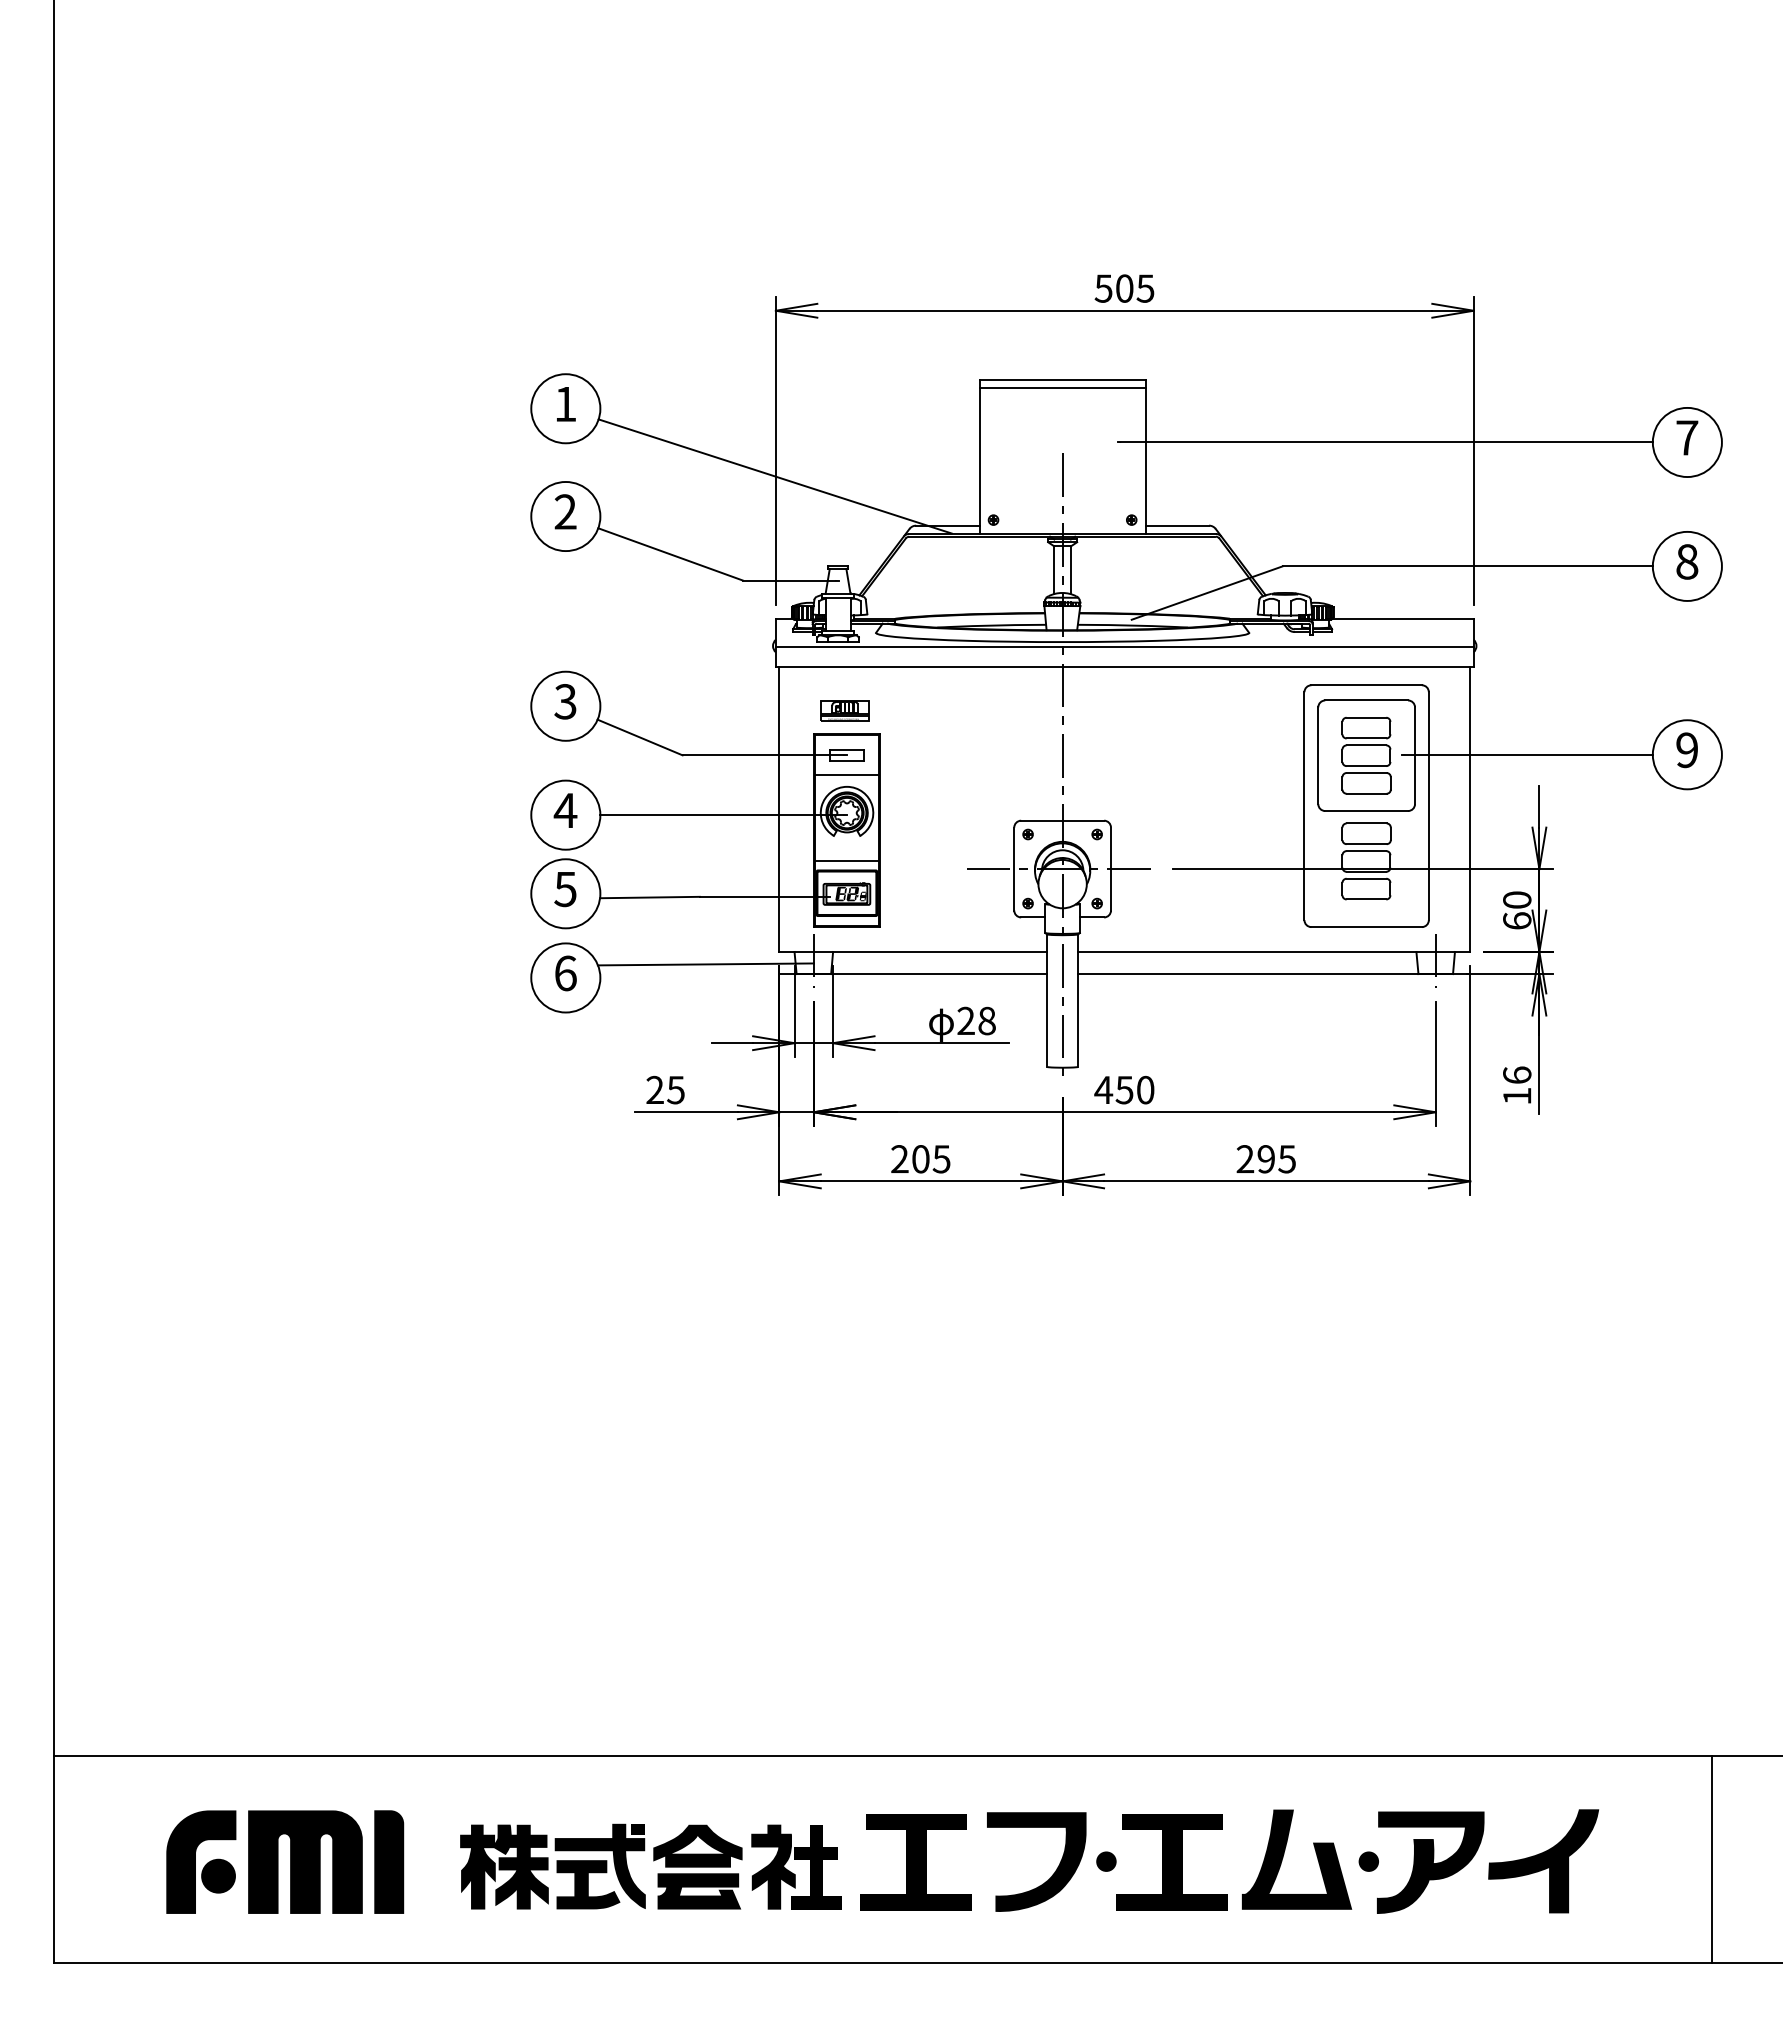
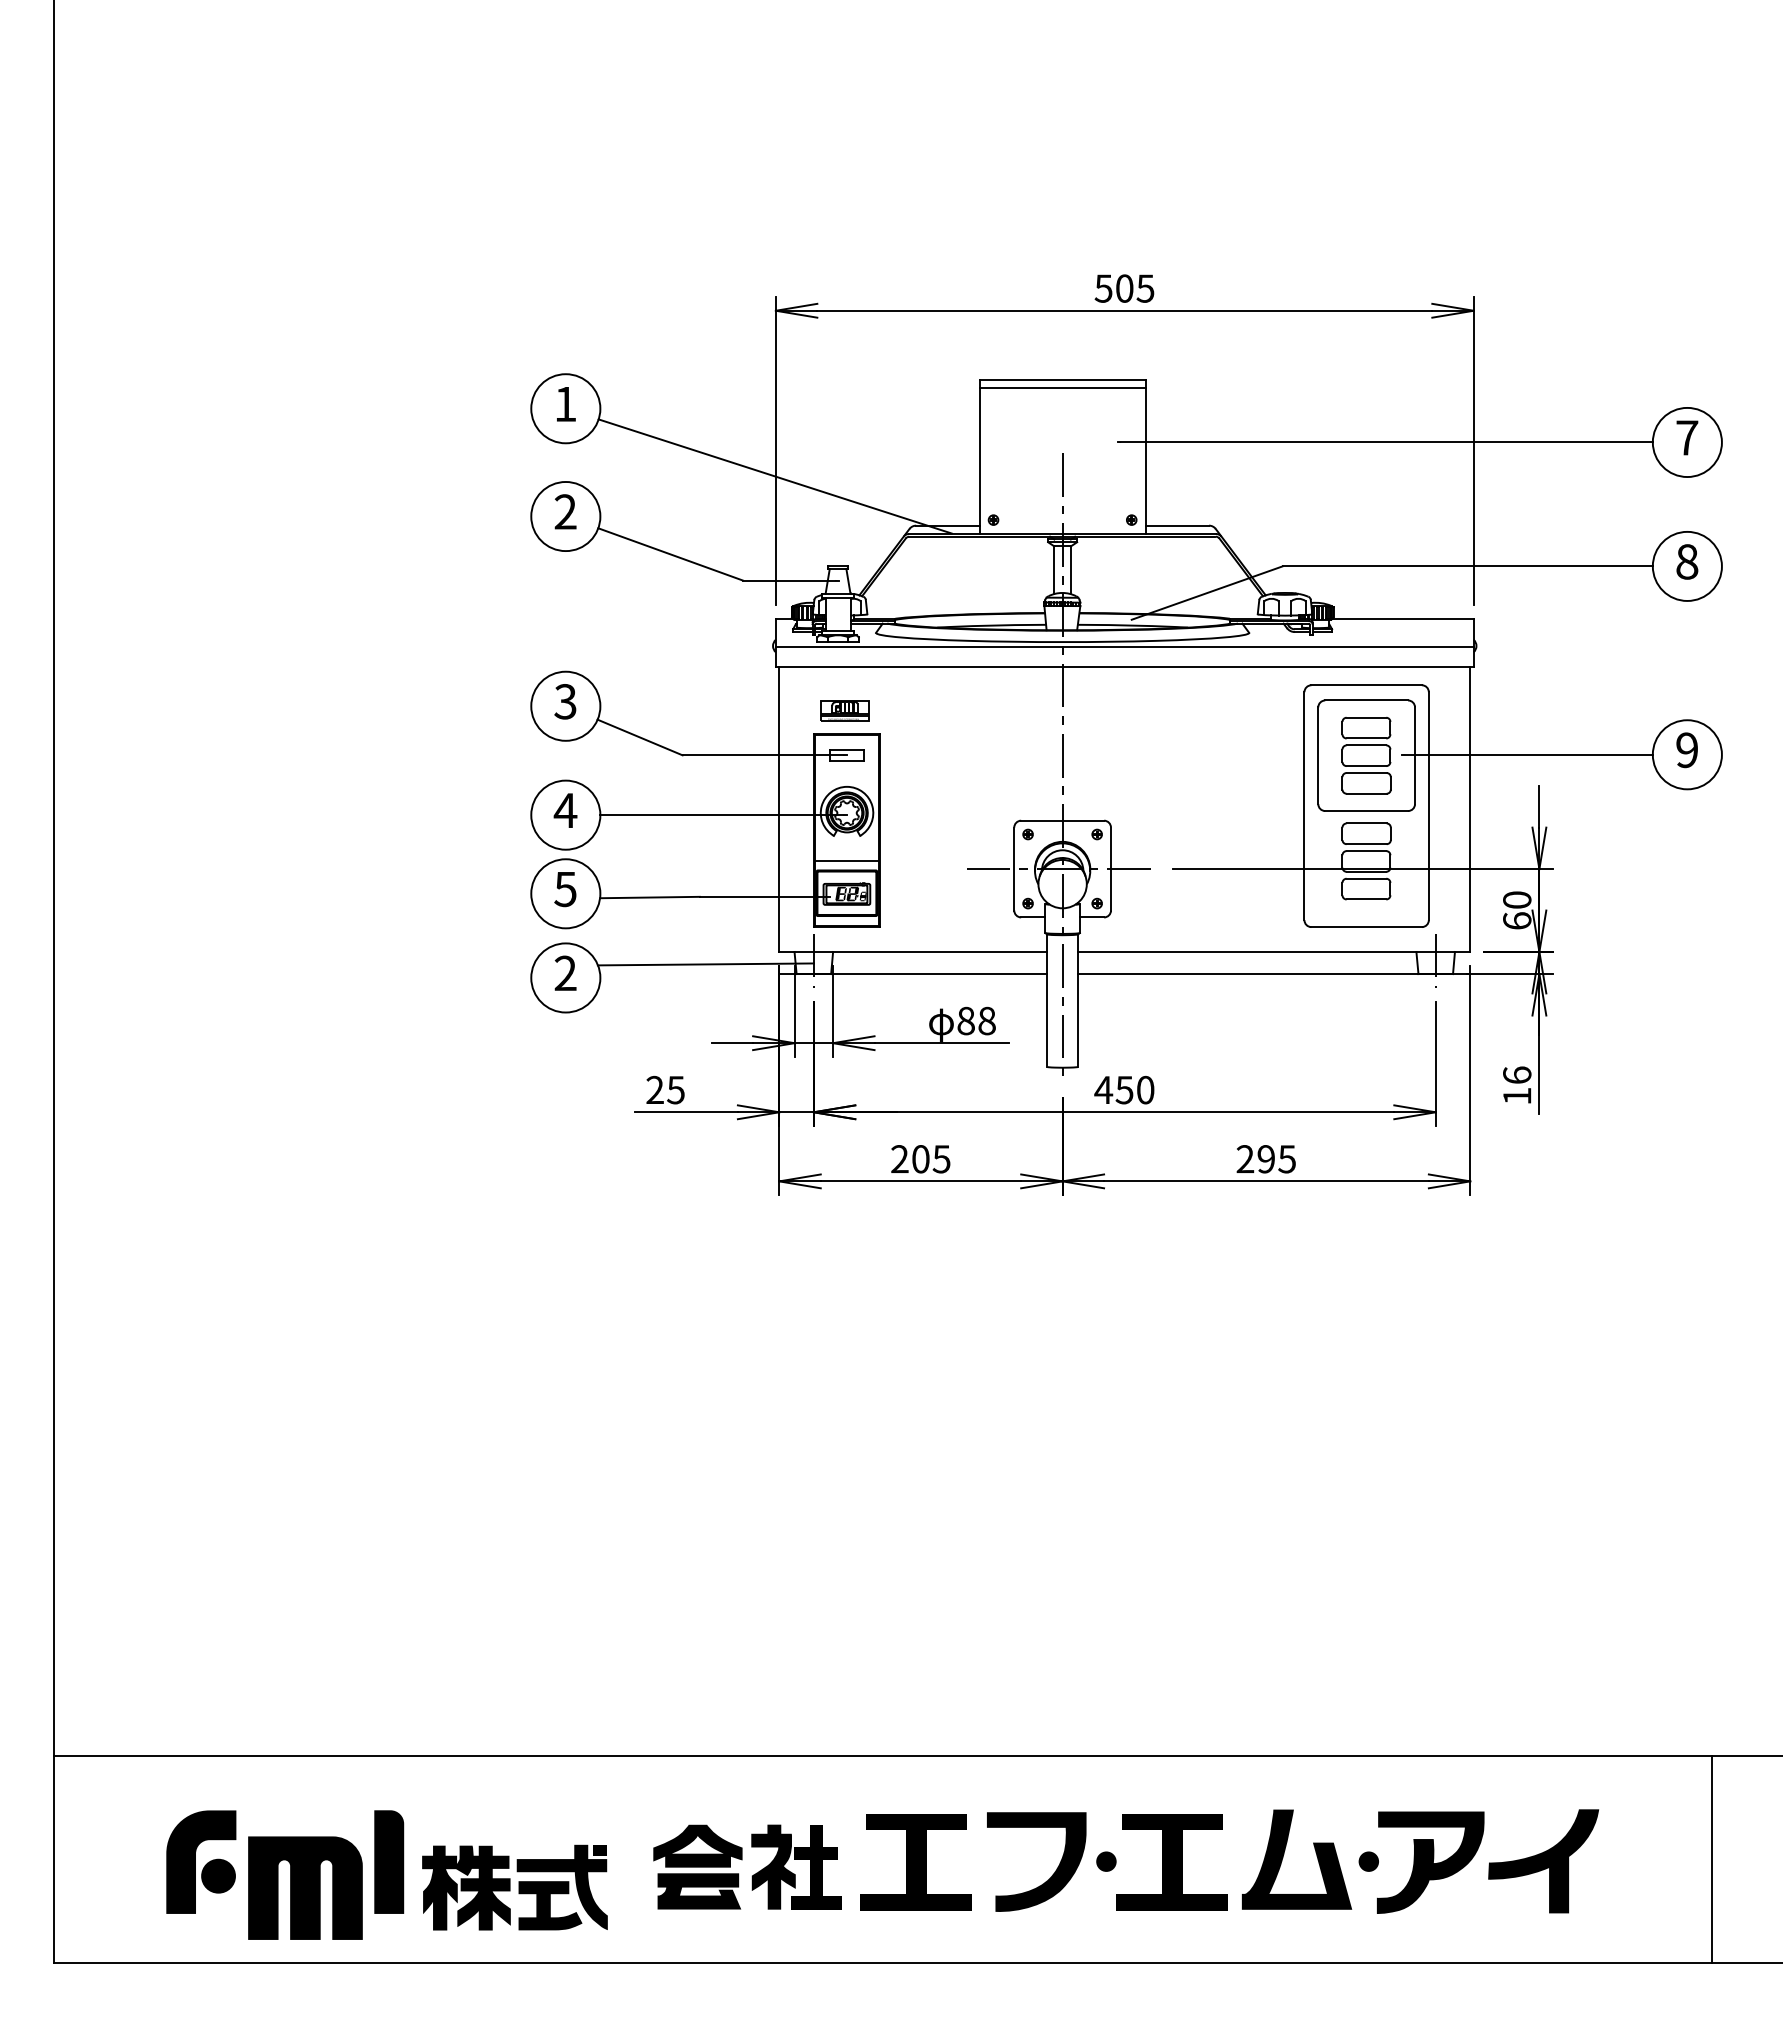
line at (846, 775): present -> none
text at (565, 973): 6 -> 2
text at (965, 1020): 28 -> 88
part at (305, 1861) position: (305, 1861) -> (305, 1887)
part at (552, 1866) position: (552, 1866) -> (514, 1887)
